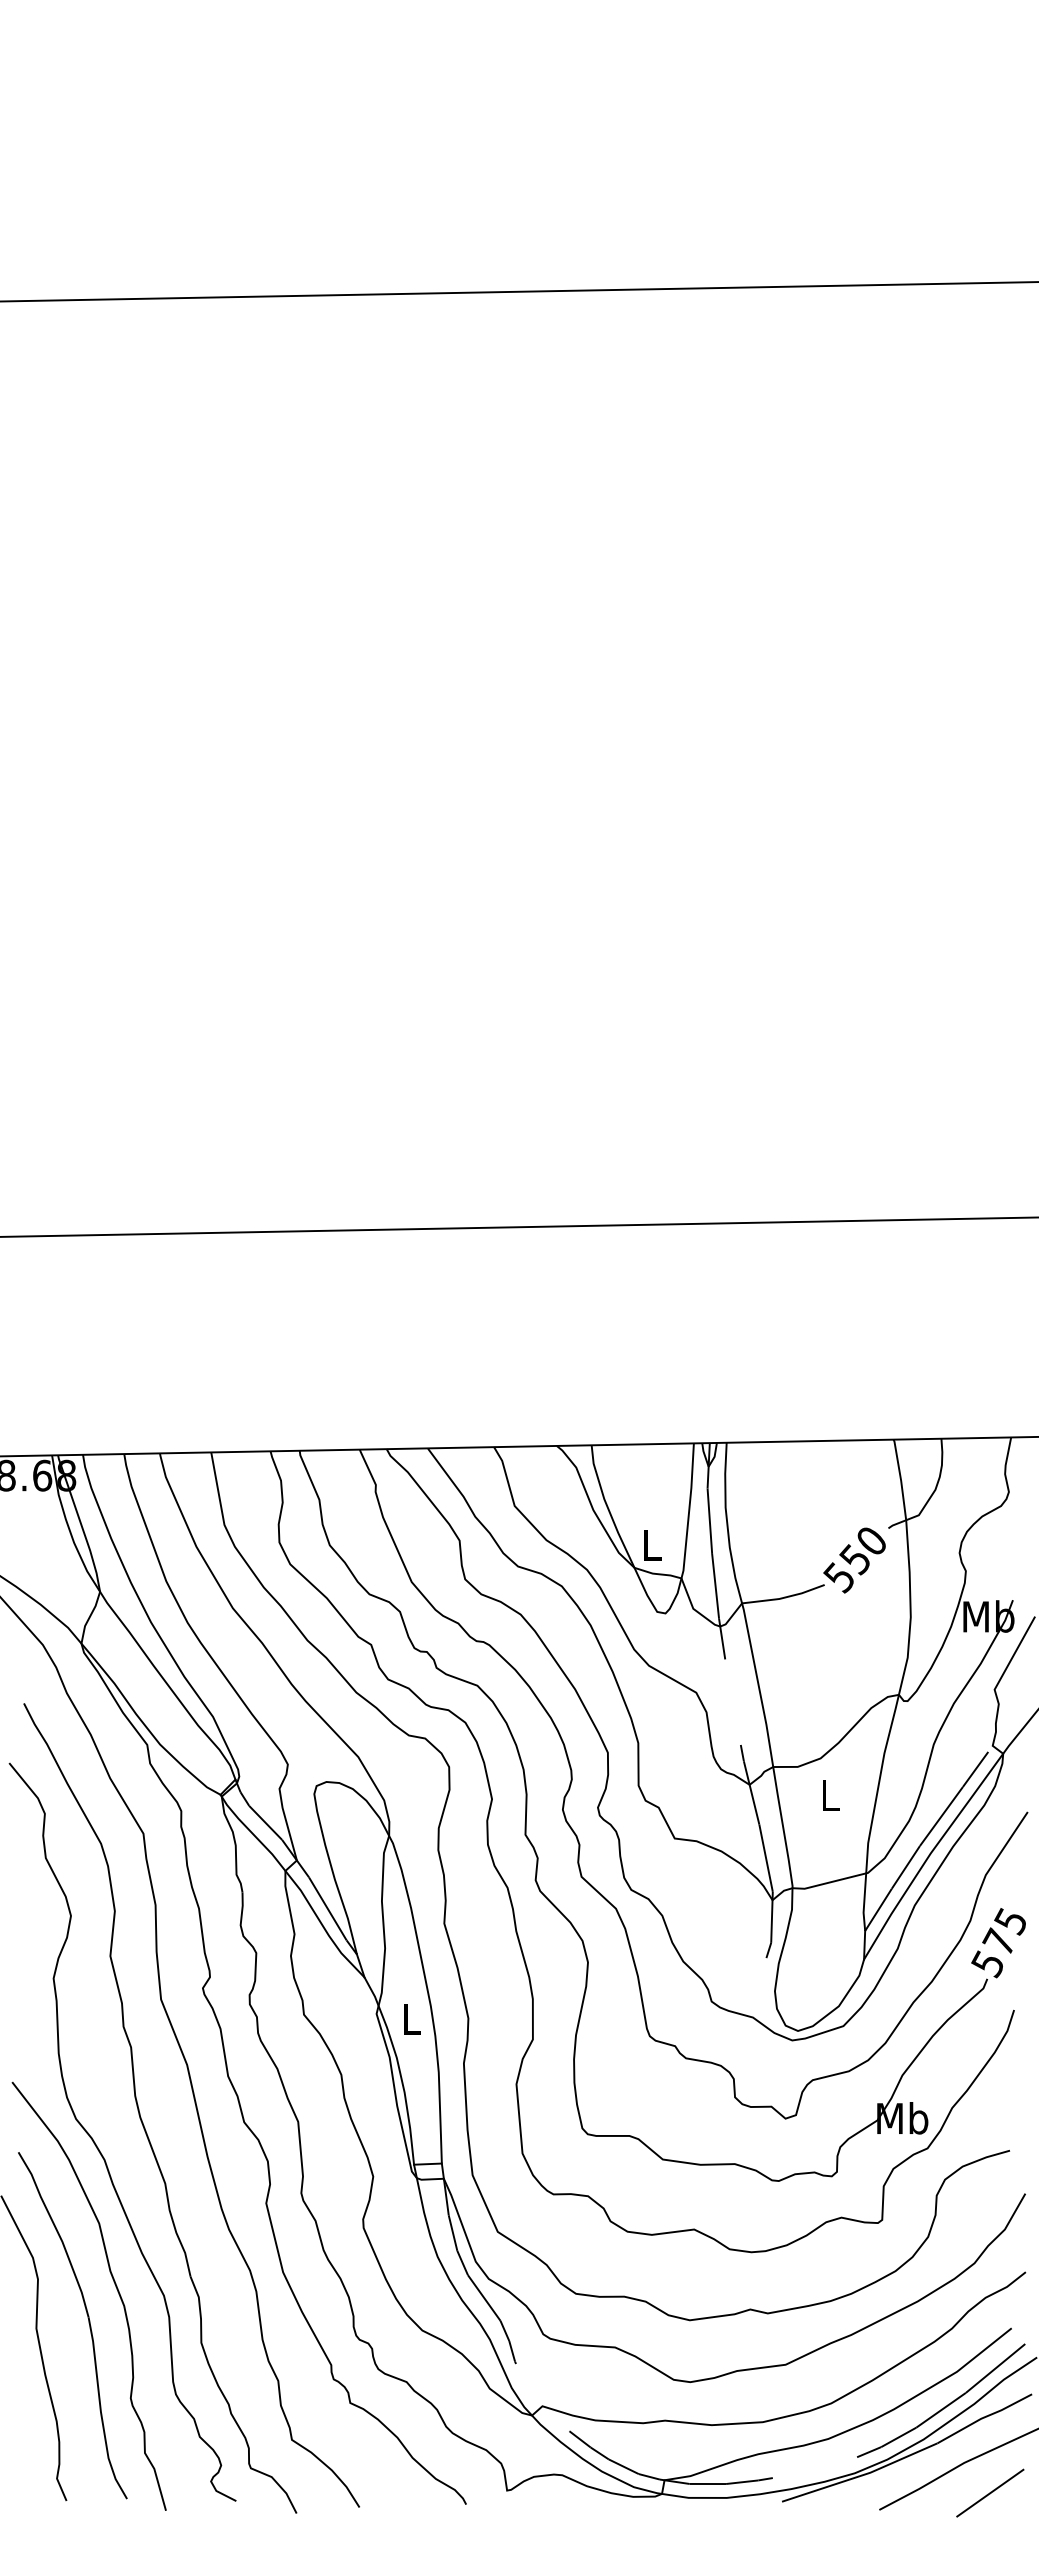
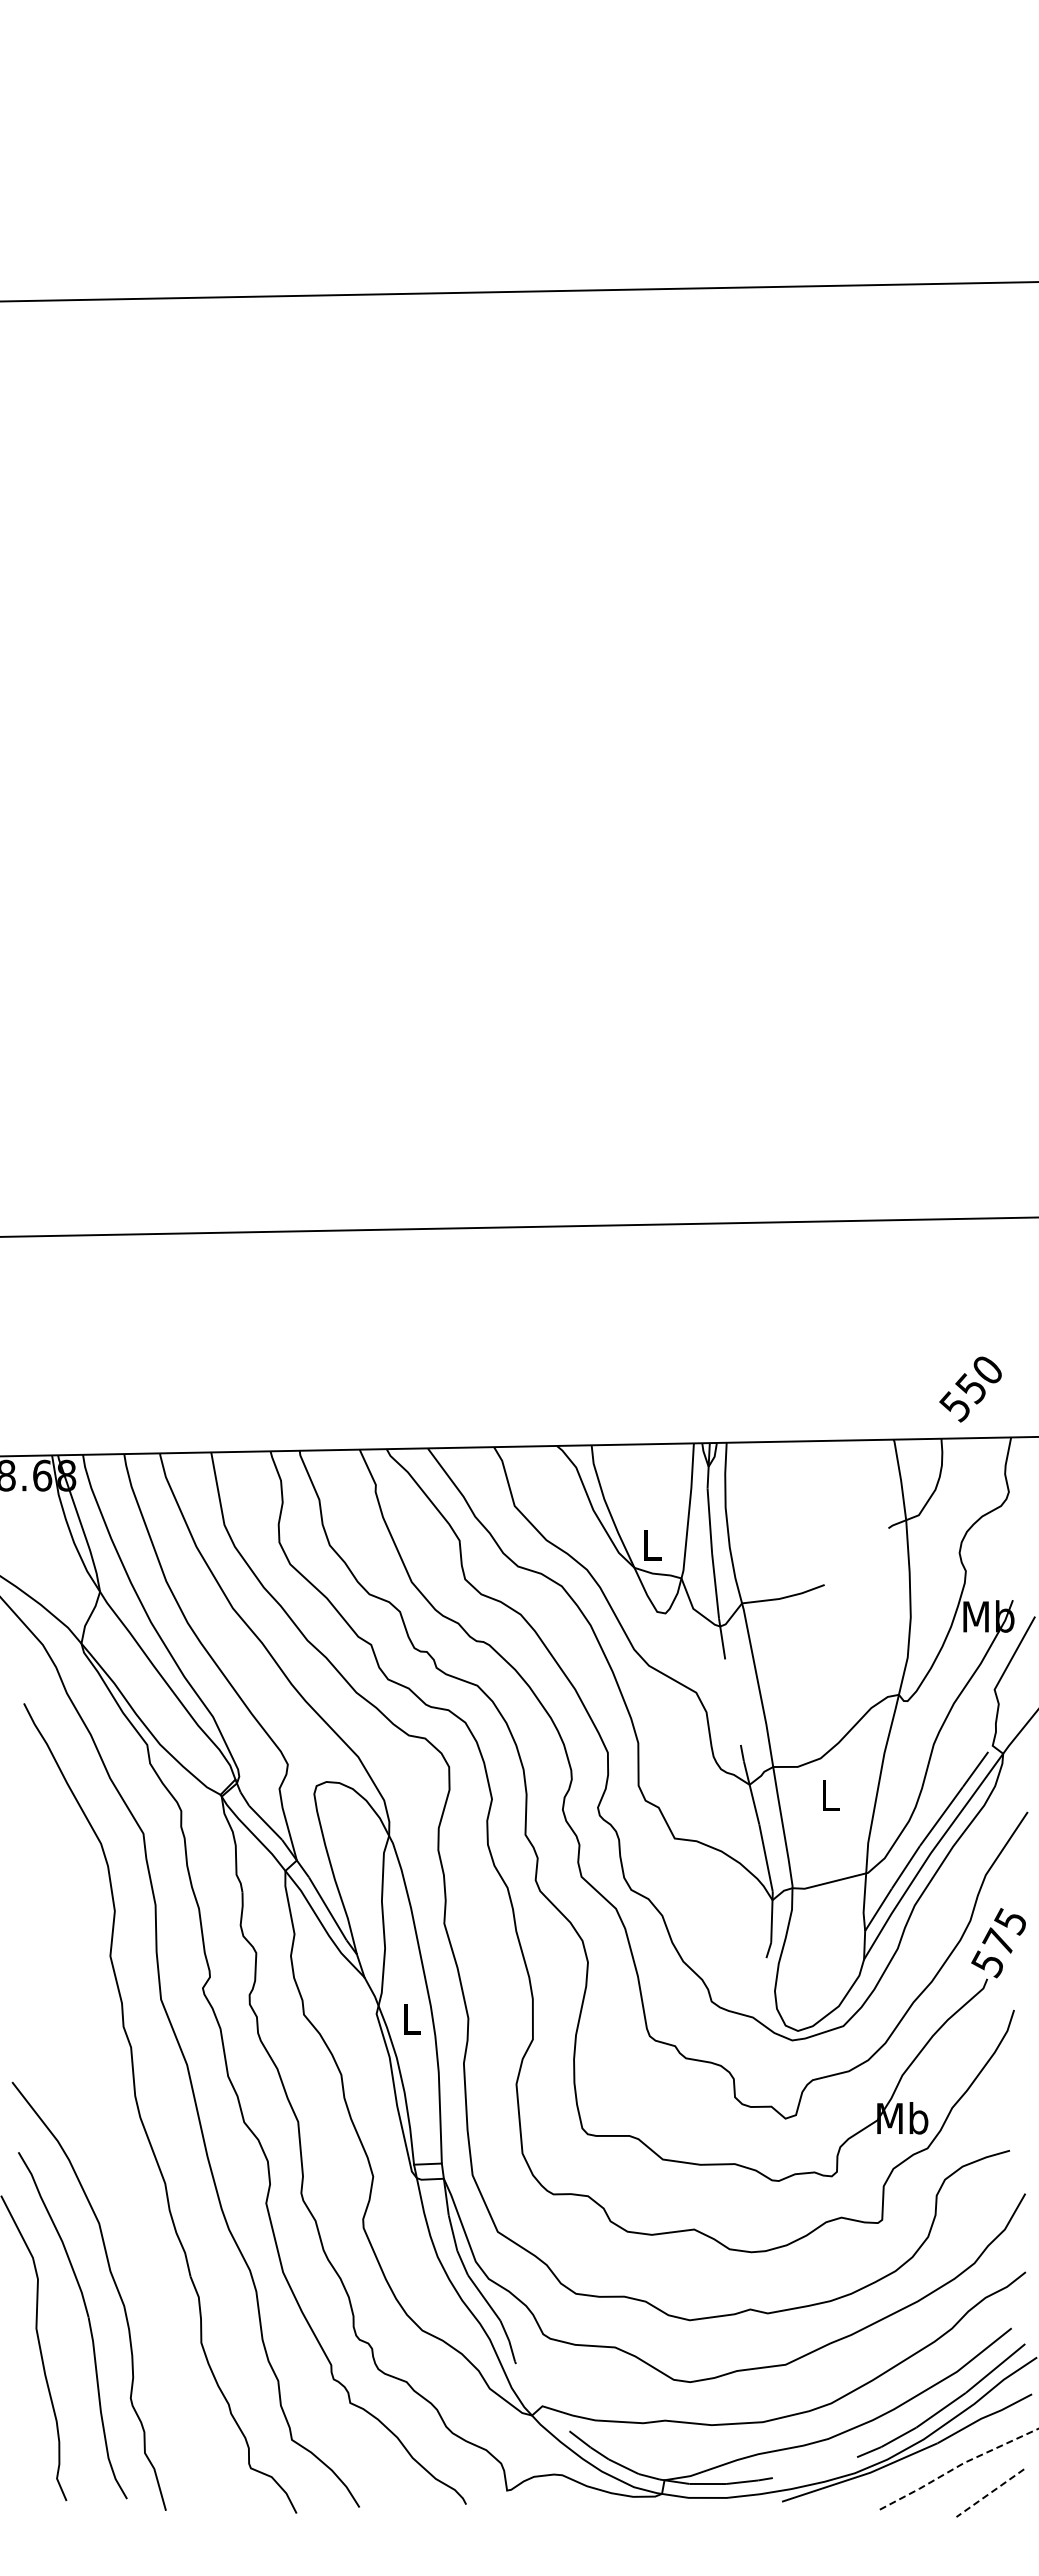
text at (854, 1560) position: (854, 1560) -> (970, 1389)
curve at (97, 2145): present -> none
line at (957, 2466): solid -> dashed
line at (989, 2493): solid -> dashed
